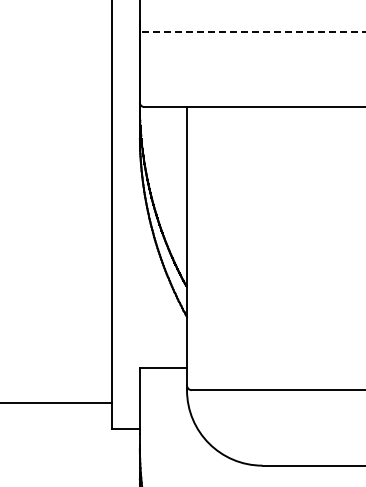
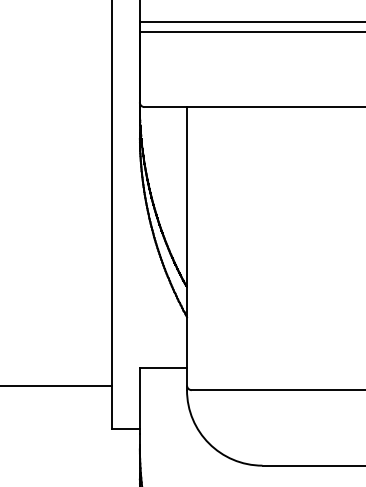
line at (250, 21): none -> present
line at (252, 31): dashed -> solid
line at (56, 403) position: (56, 403) -> (56, 386)
